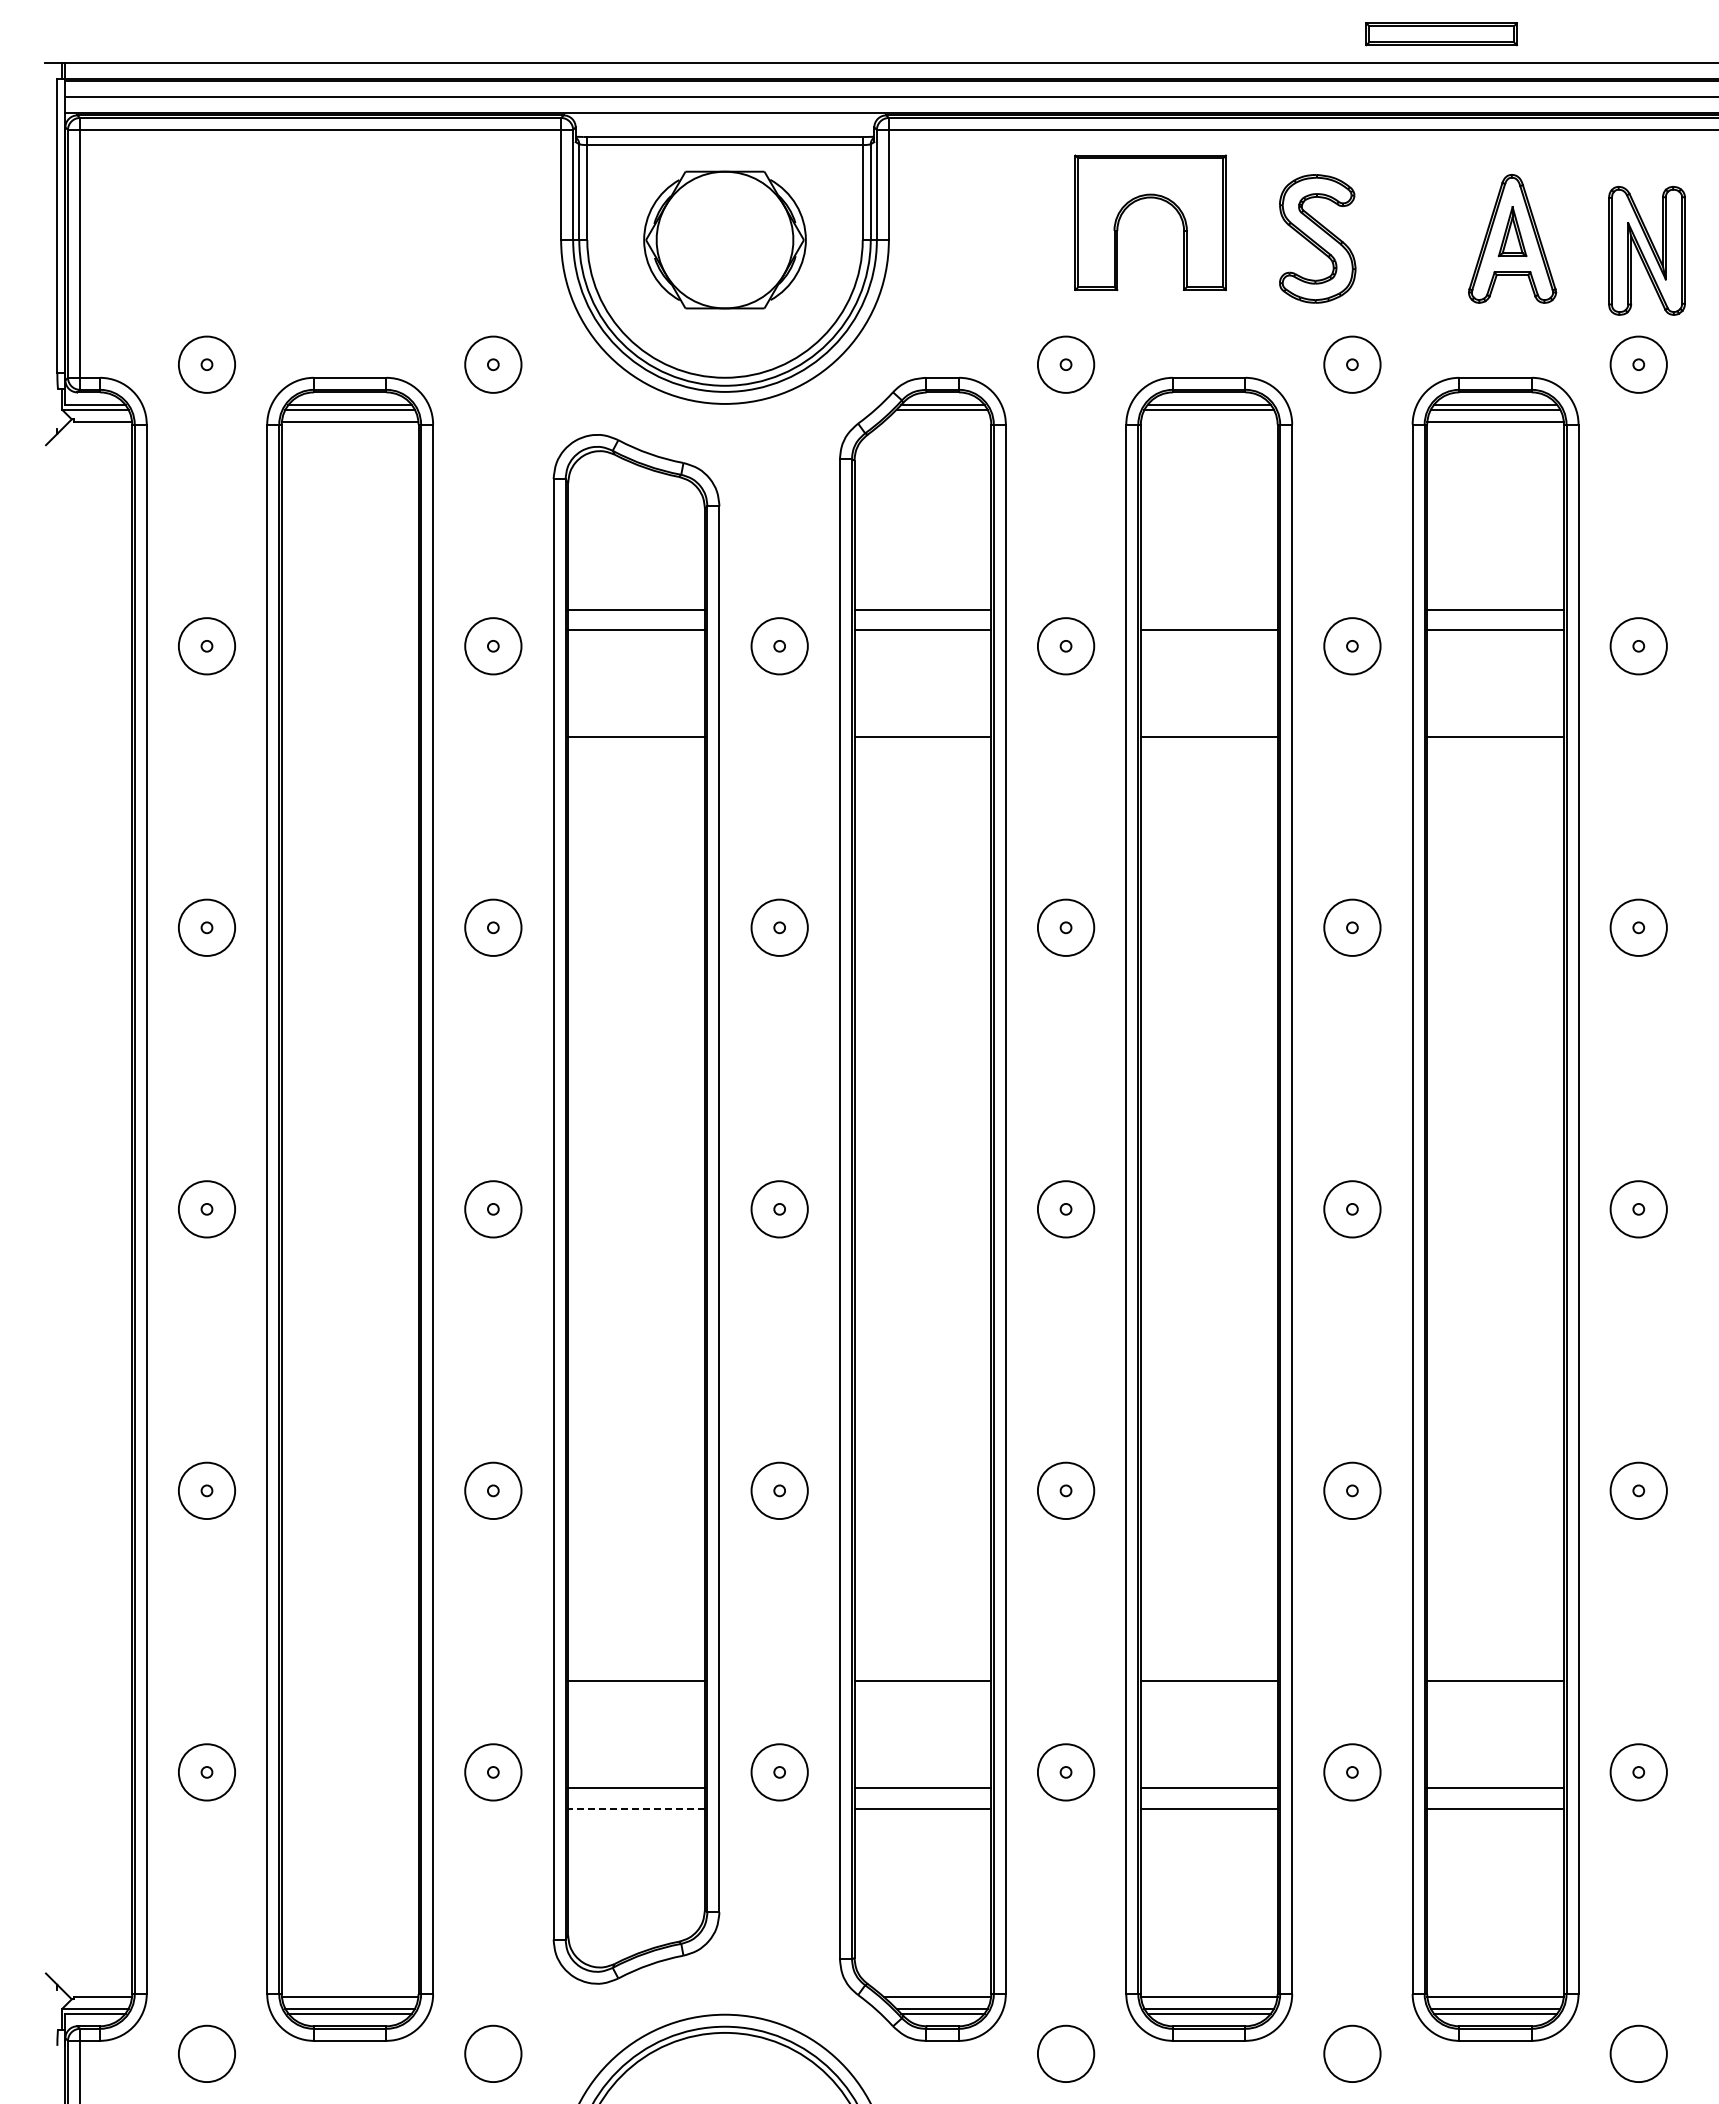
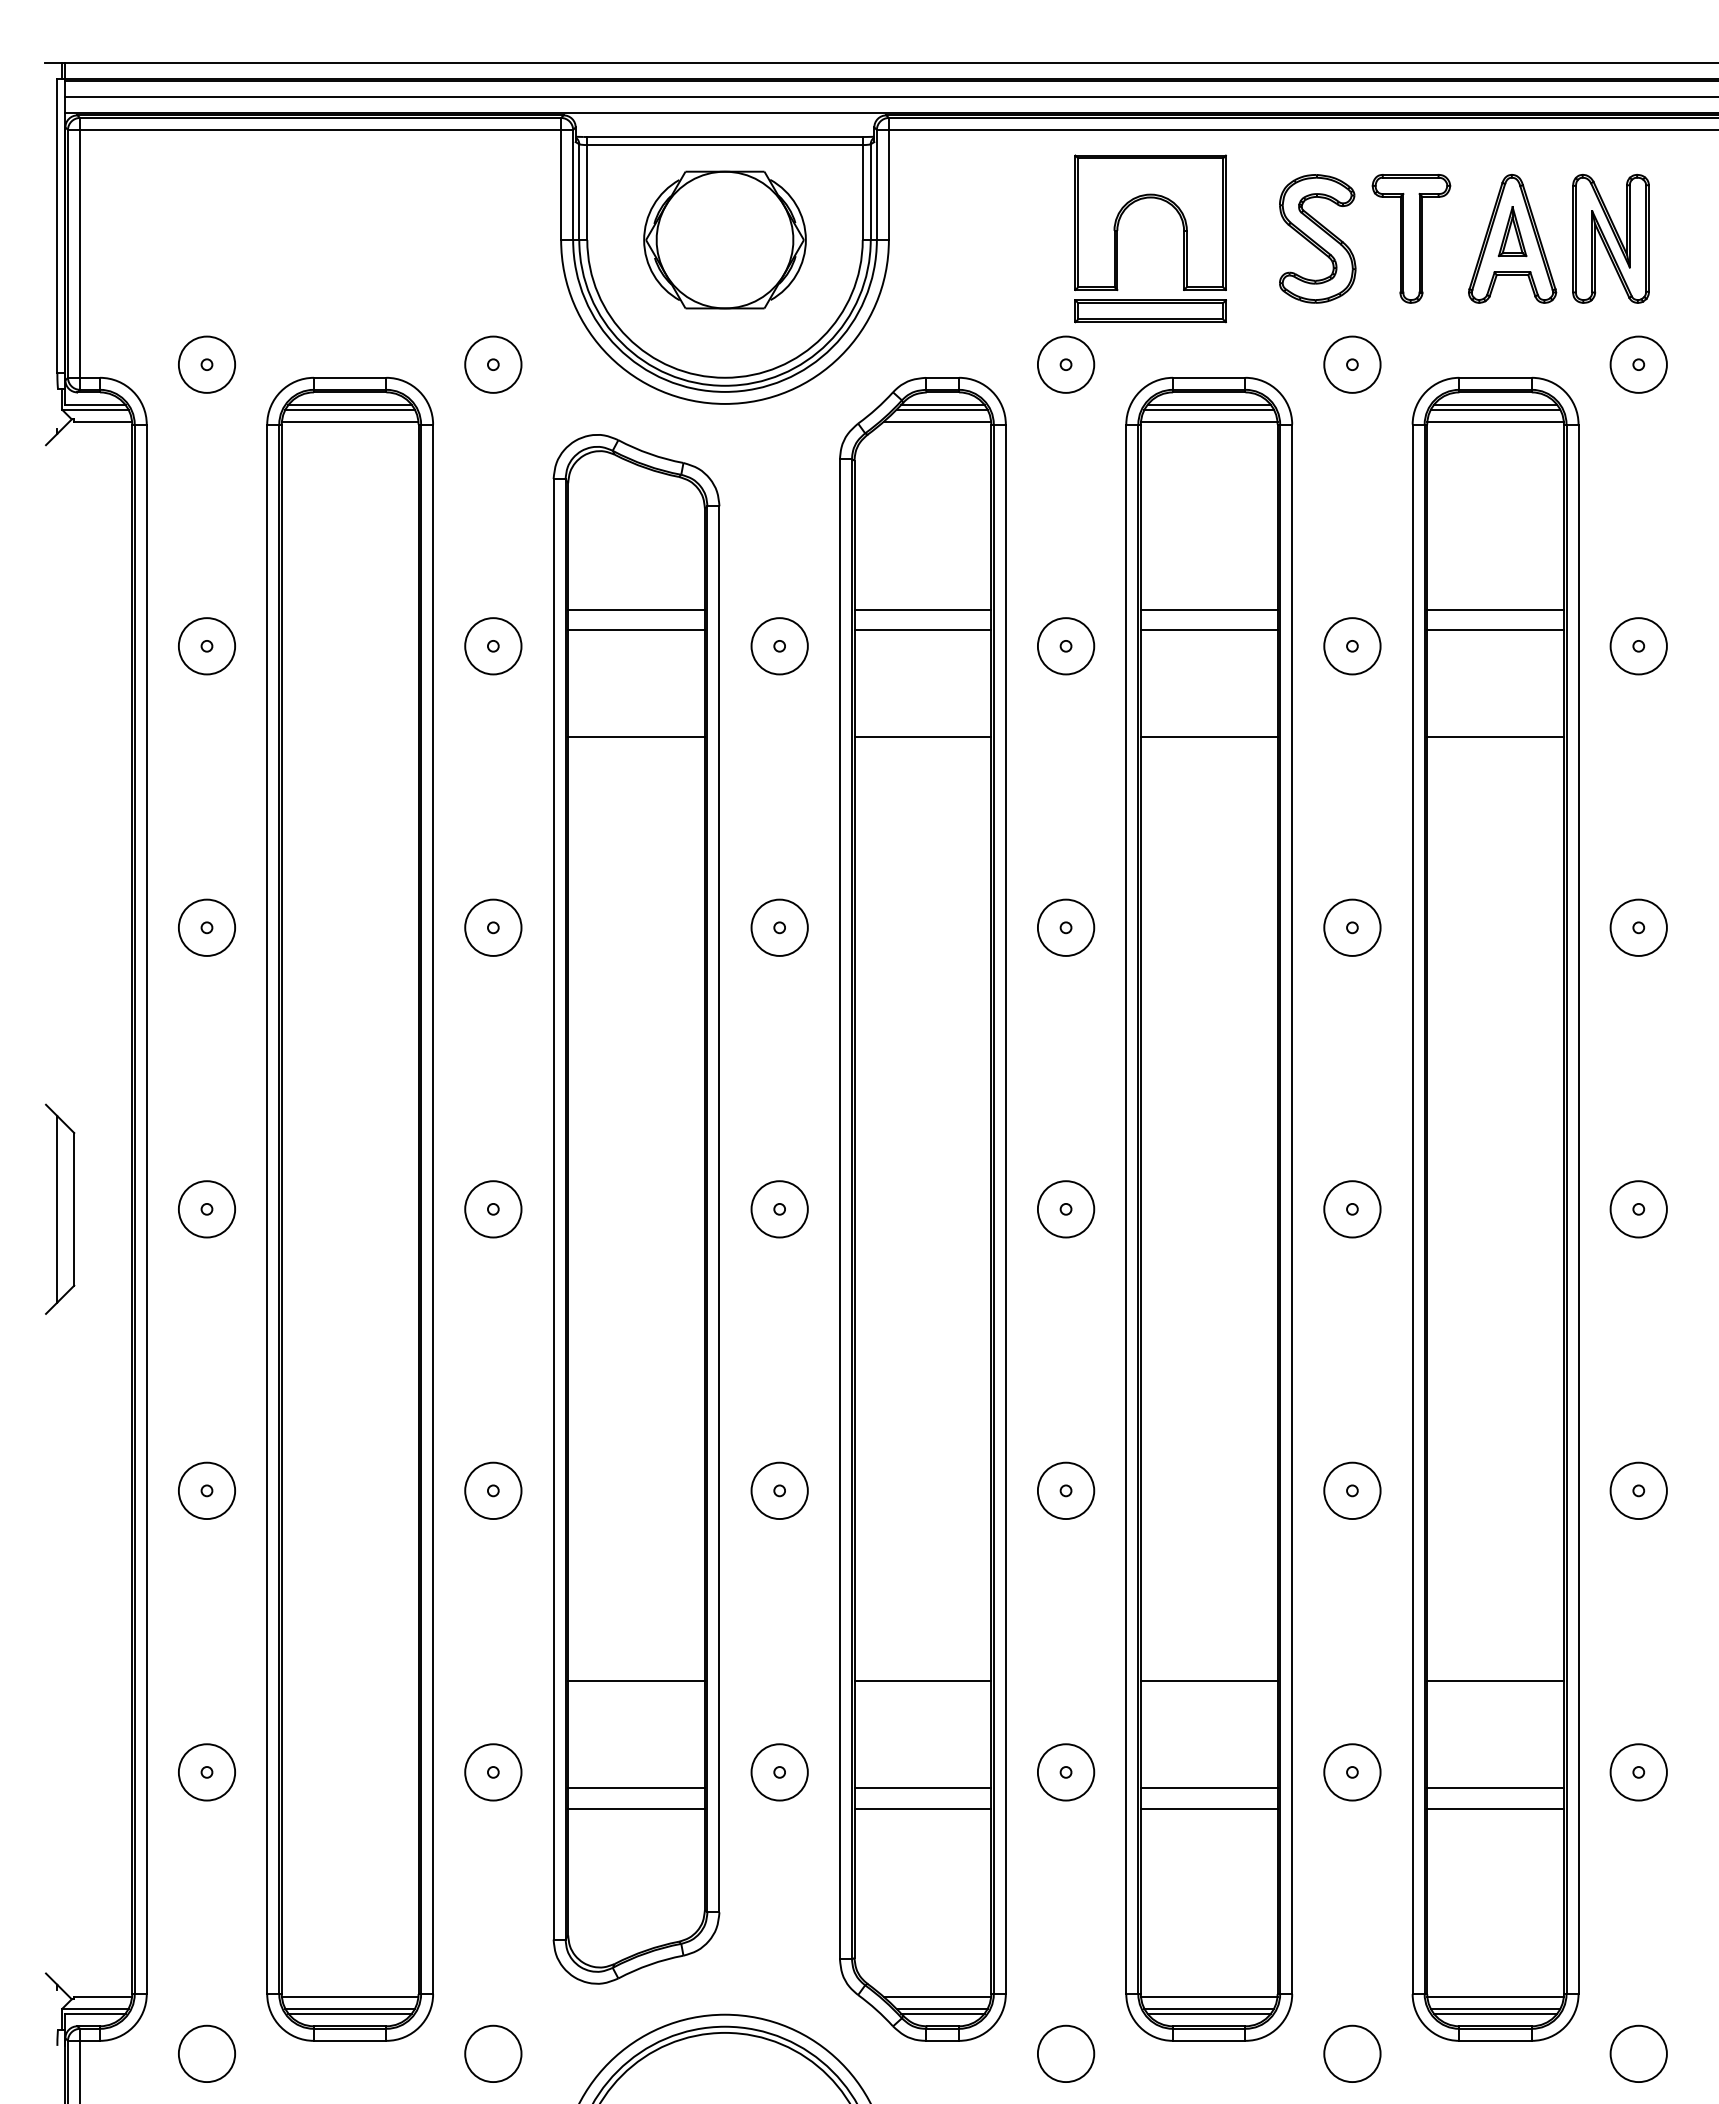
part at (1441, 34) position: (1441, 34) -> (1150, 311)
part at (1411, 238): none -> present
part at (1646, 250) position: (1646, 250) -> (1610, 238)
line at (937, 421): none -> present
line at (1208, 421): none -> present
line at (1208, 609): none -> present
part at (60, 1208): none -> present
line at (636, 1808): dashed -> solid
